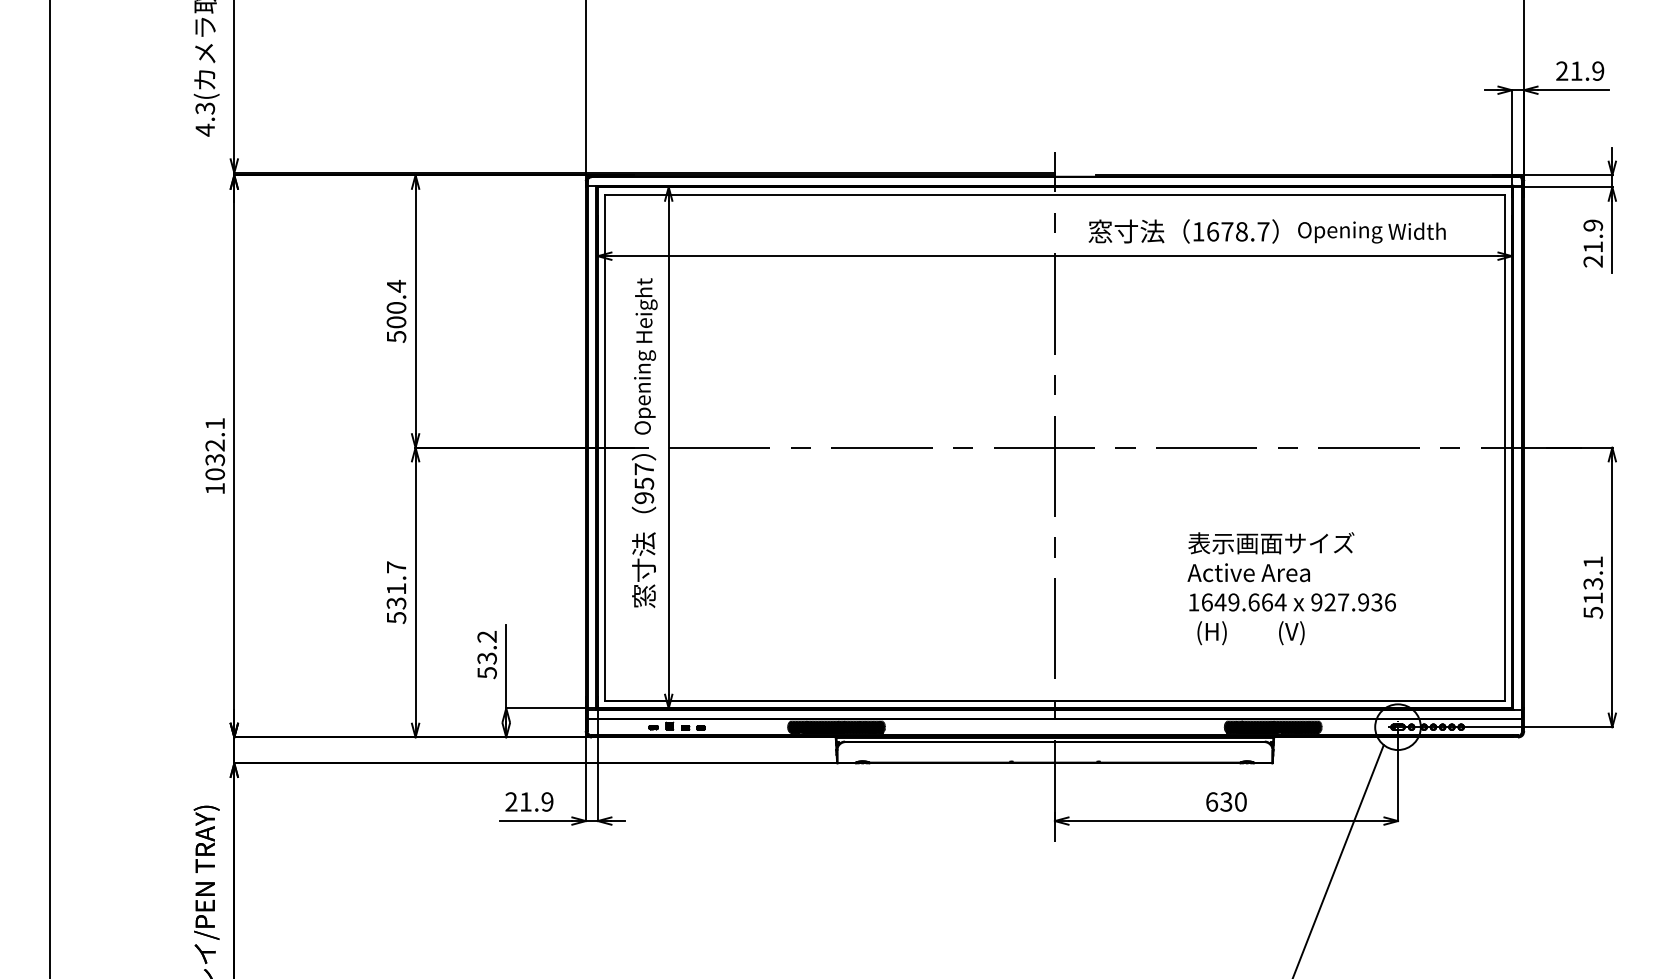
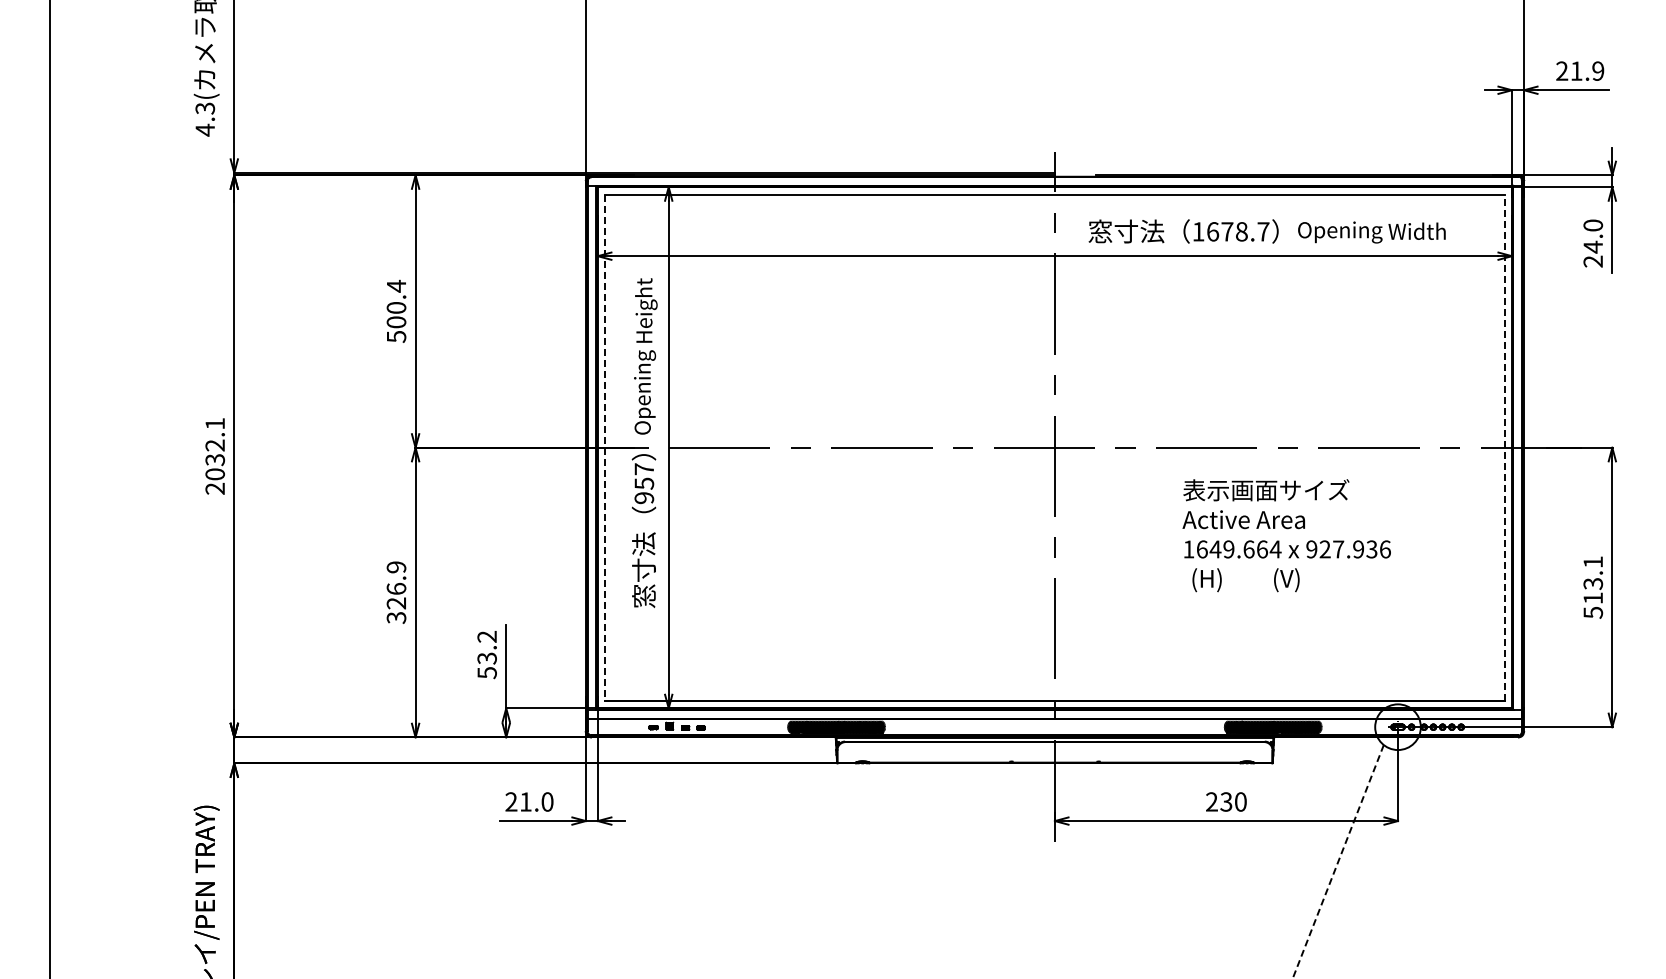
text at (1593, 236): 21.9 -> 24.0
line at (1504, 447): solid -> dashed
line at (605, 448): solid -> dashed
text at (214, 488): 1032.1 -> 2032.1
text at (1291, 588) position: (1291, 588) -> (1286, 535)
text at (396, 592): 531.7 -> 326.9
text at (547, 801): 21.9 -> 21.0
text at (1212, 801): 630 -> 230
line at (1338, 862): solid -> dashed
